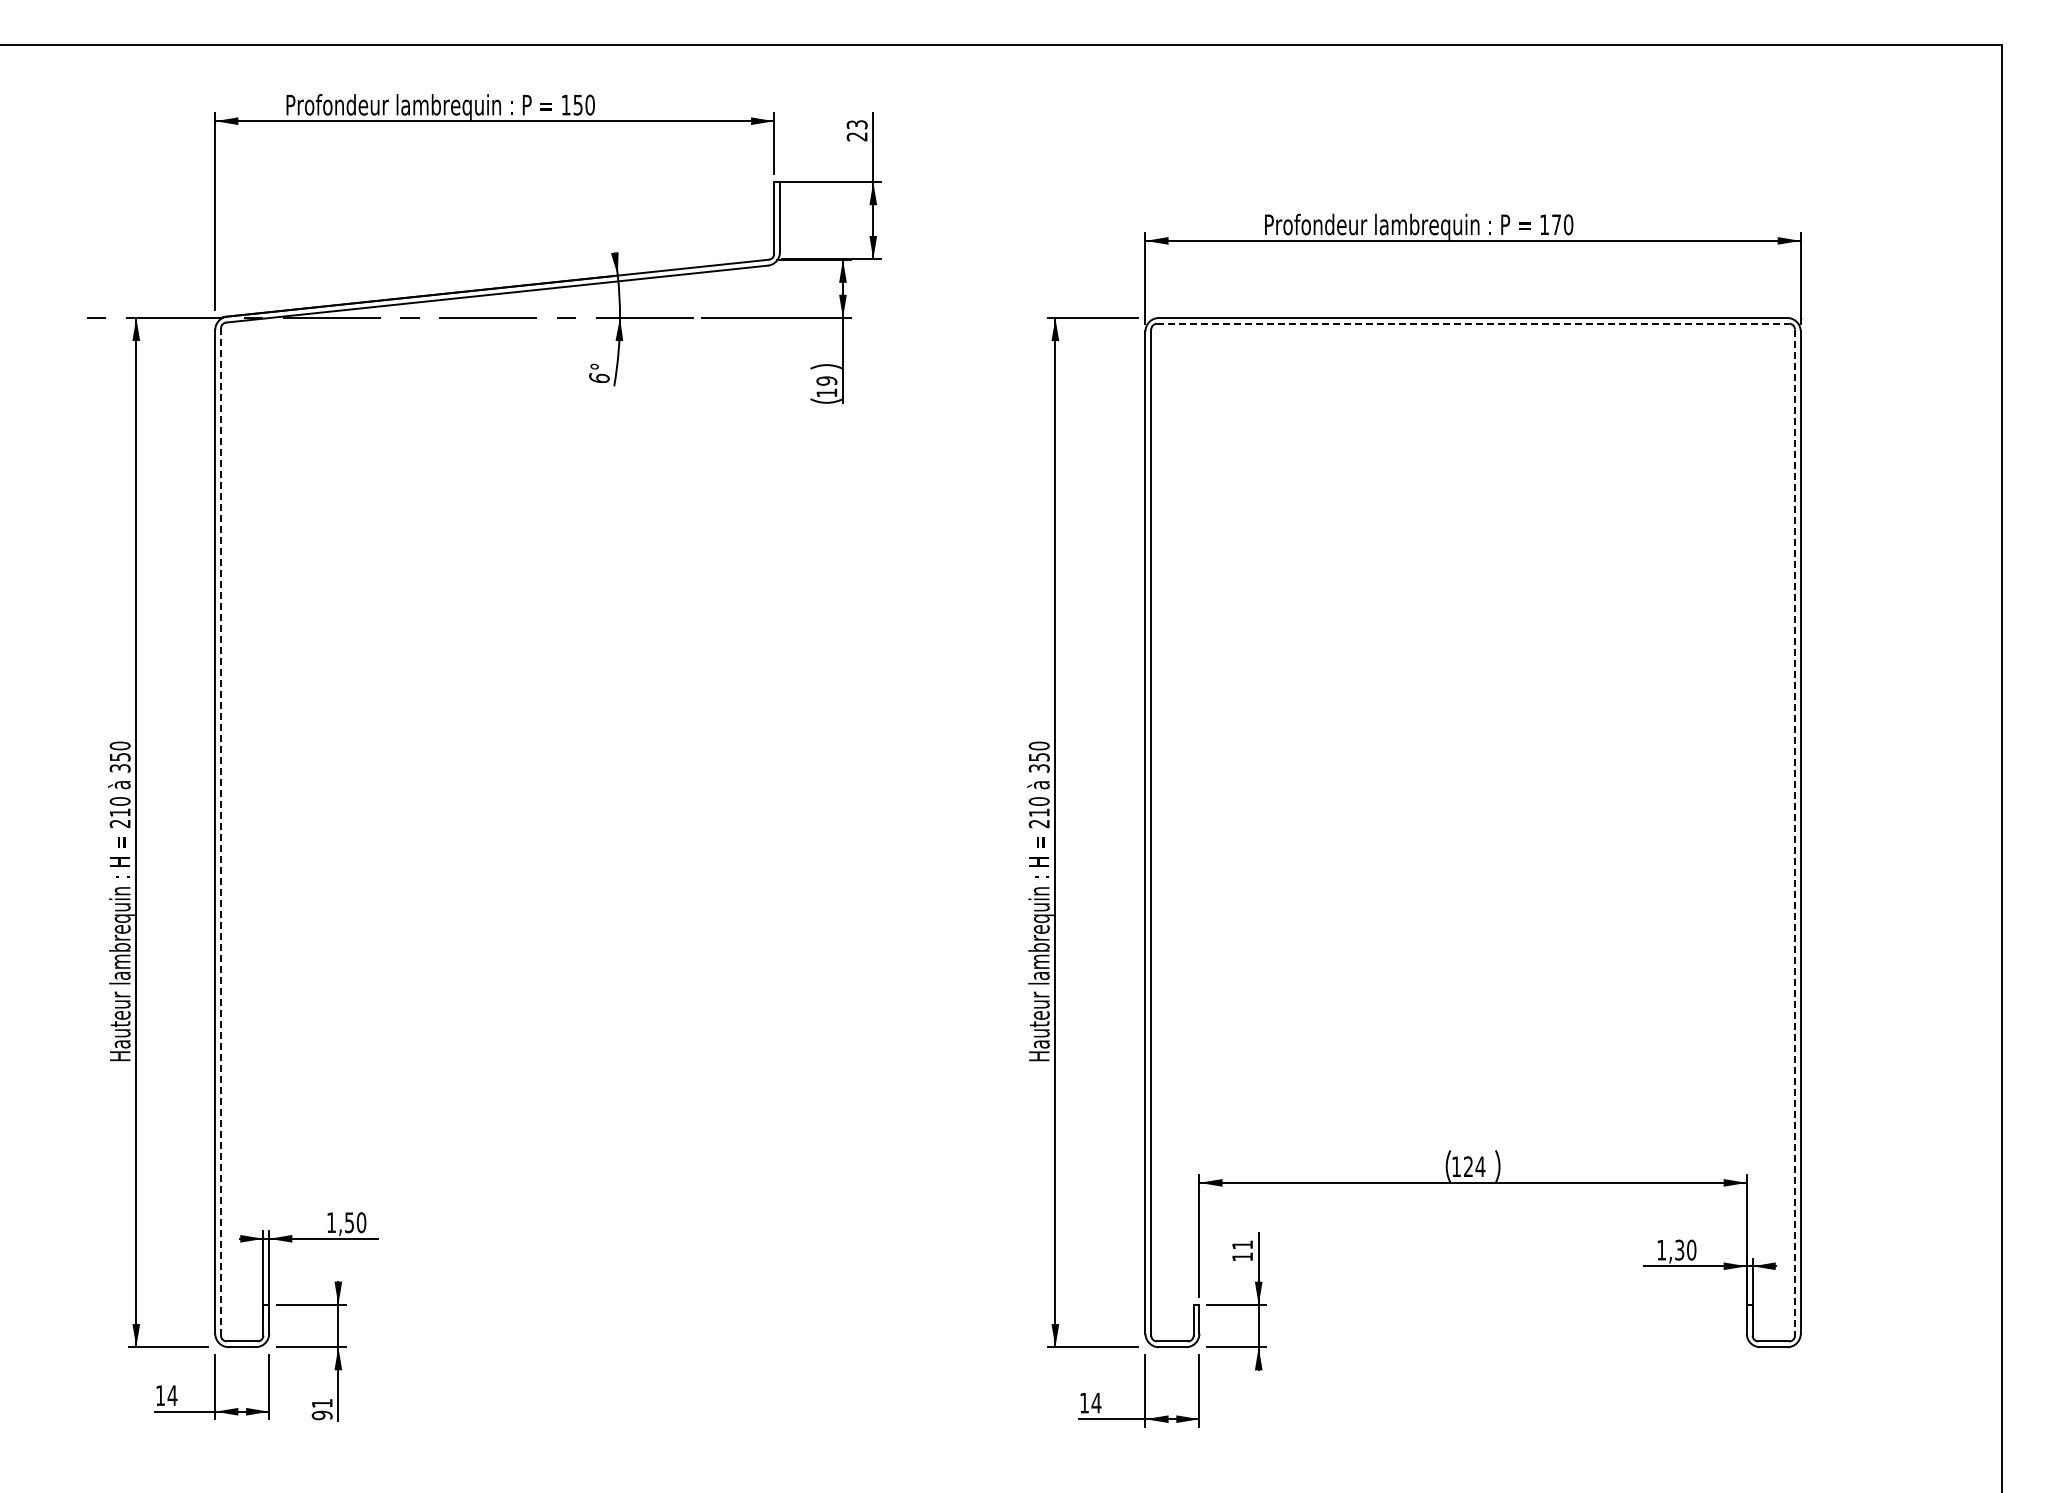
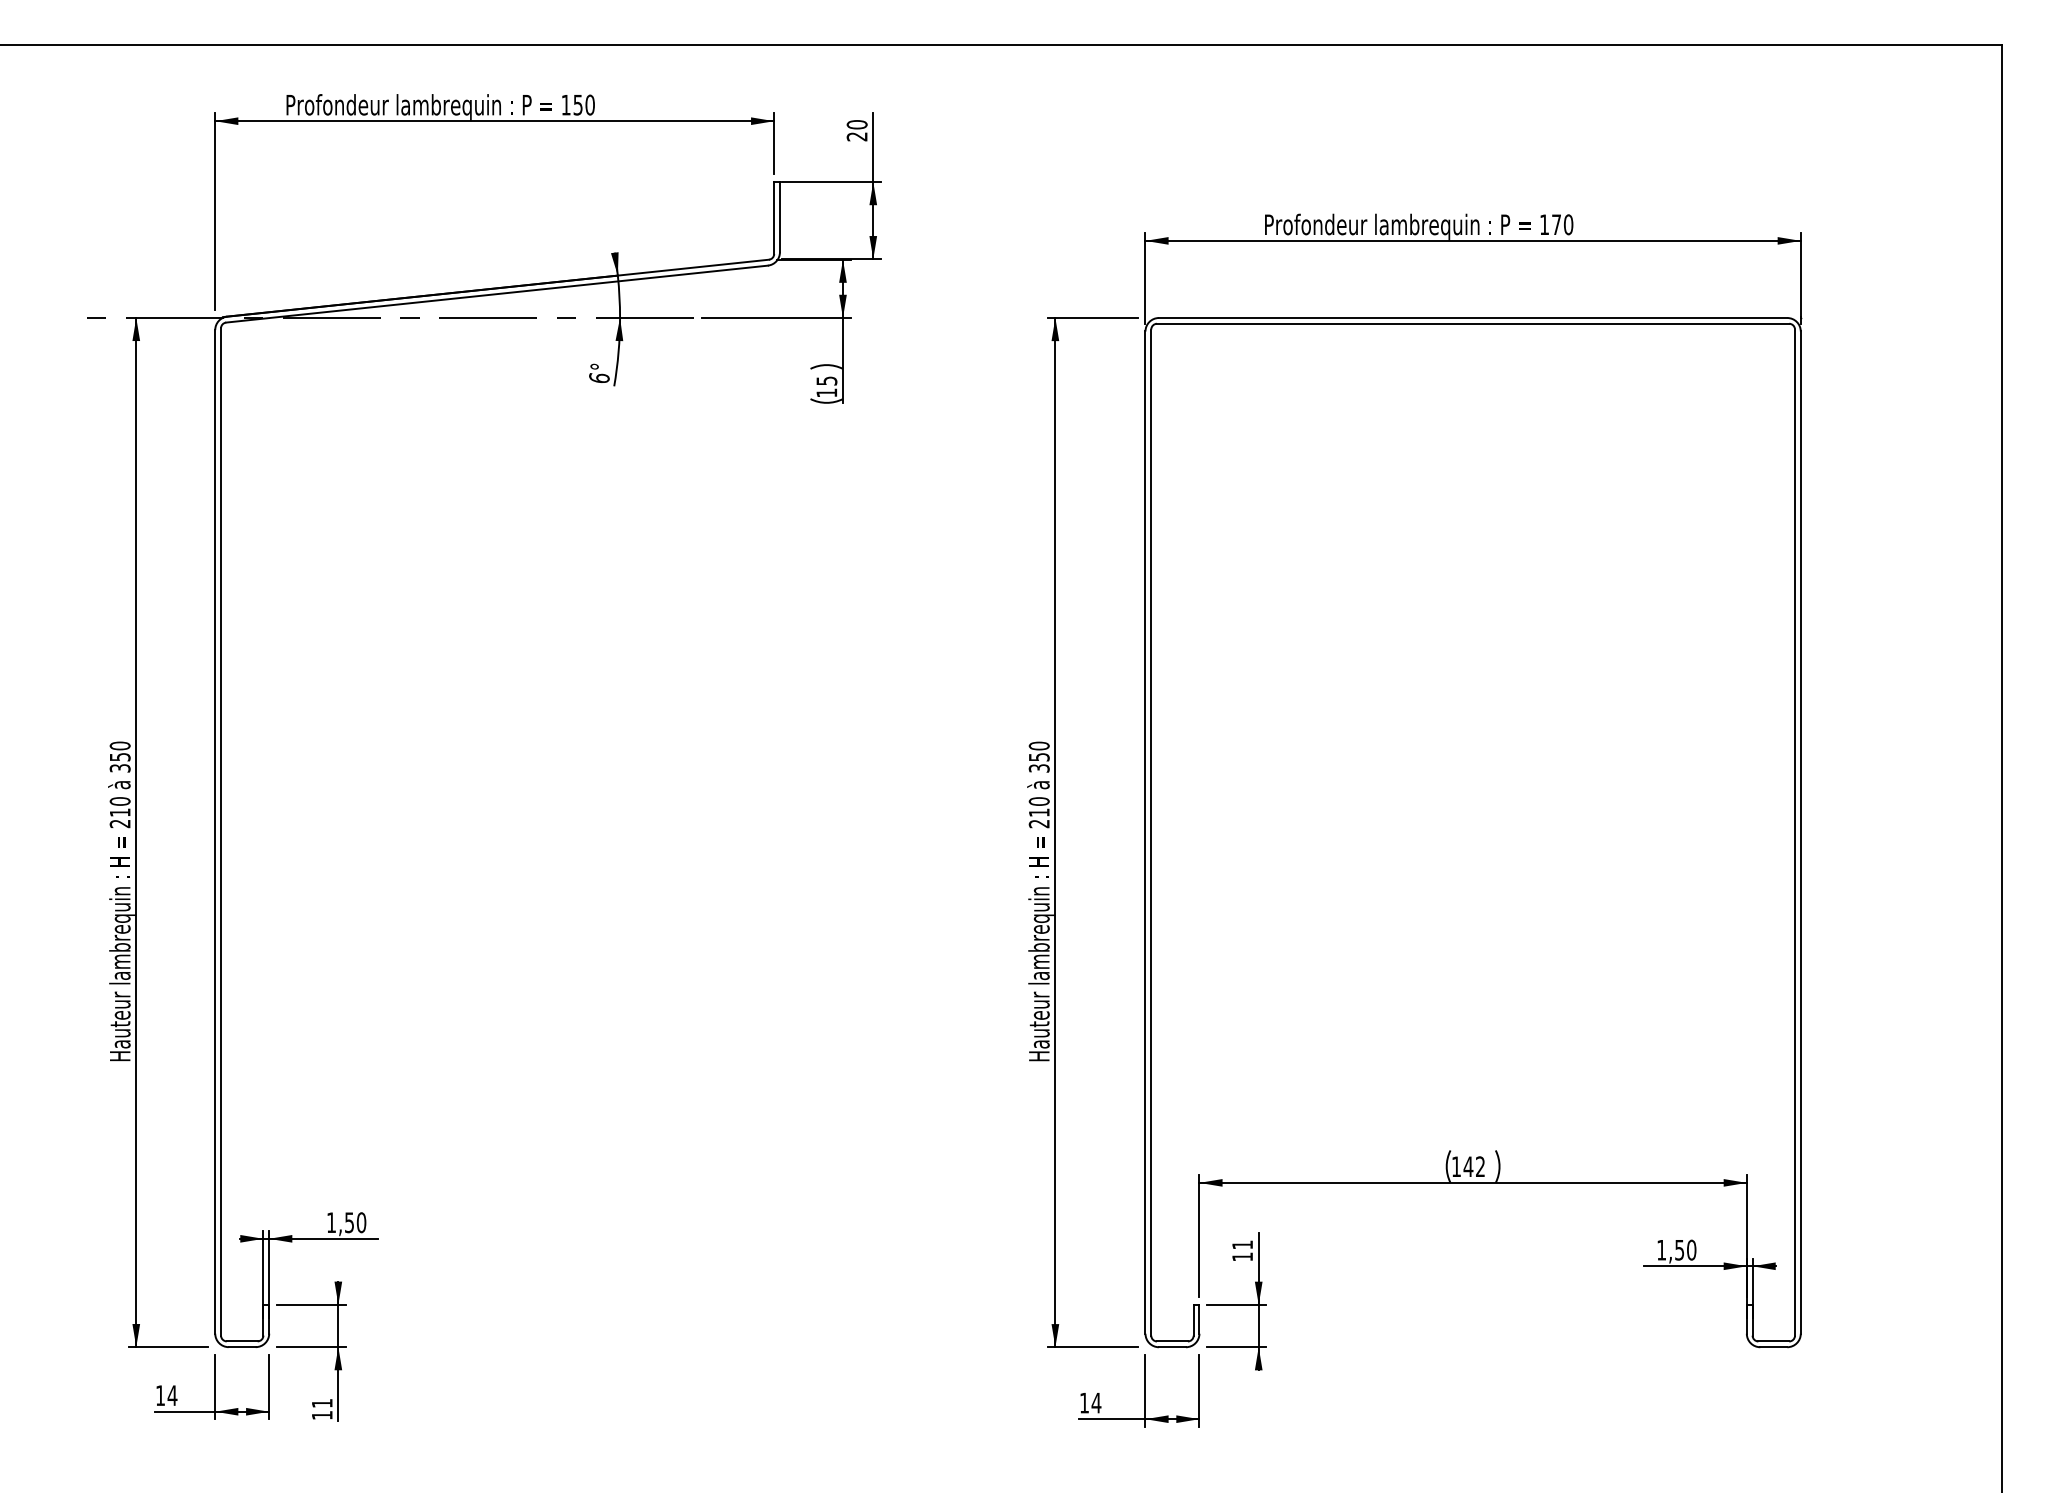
text at (856, 124): 23 -> 20
line at (1473, 323): dashed -> solid
text at (826, 380): 19 -> 15
line at (221, 831): dashed -> solid
line at (1795, 833): dashed -> solid
text at (1474, 1166): 124 -> 142
text at (1679, 1249): 1,30 -> 1,50
text at (321, 1415): 91 -> 11
